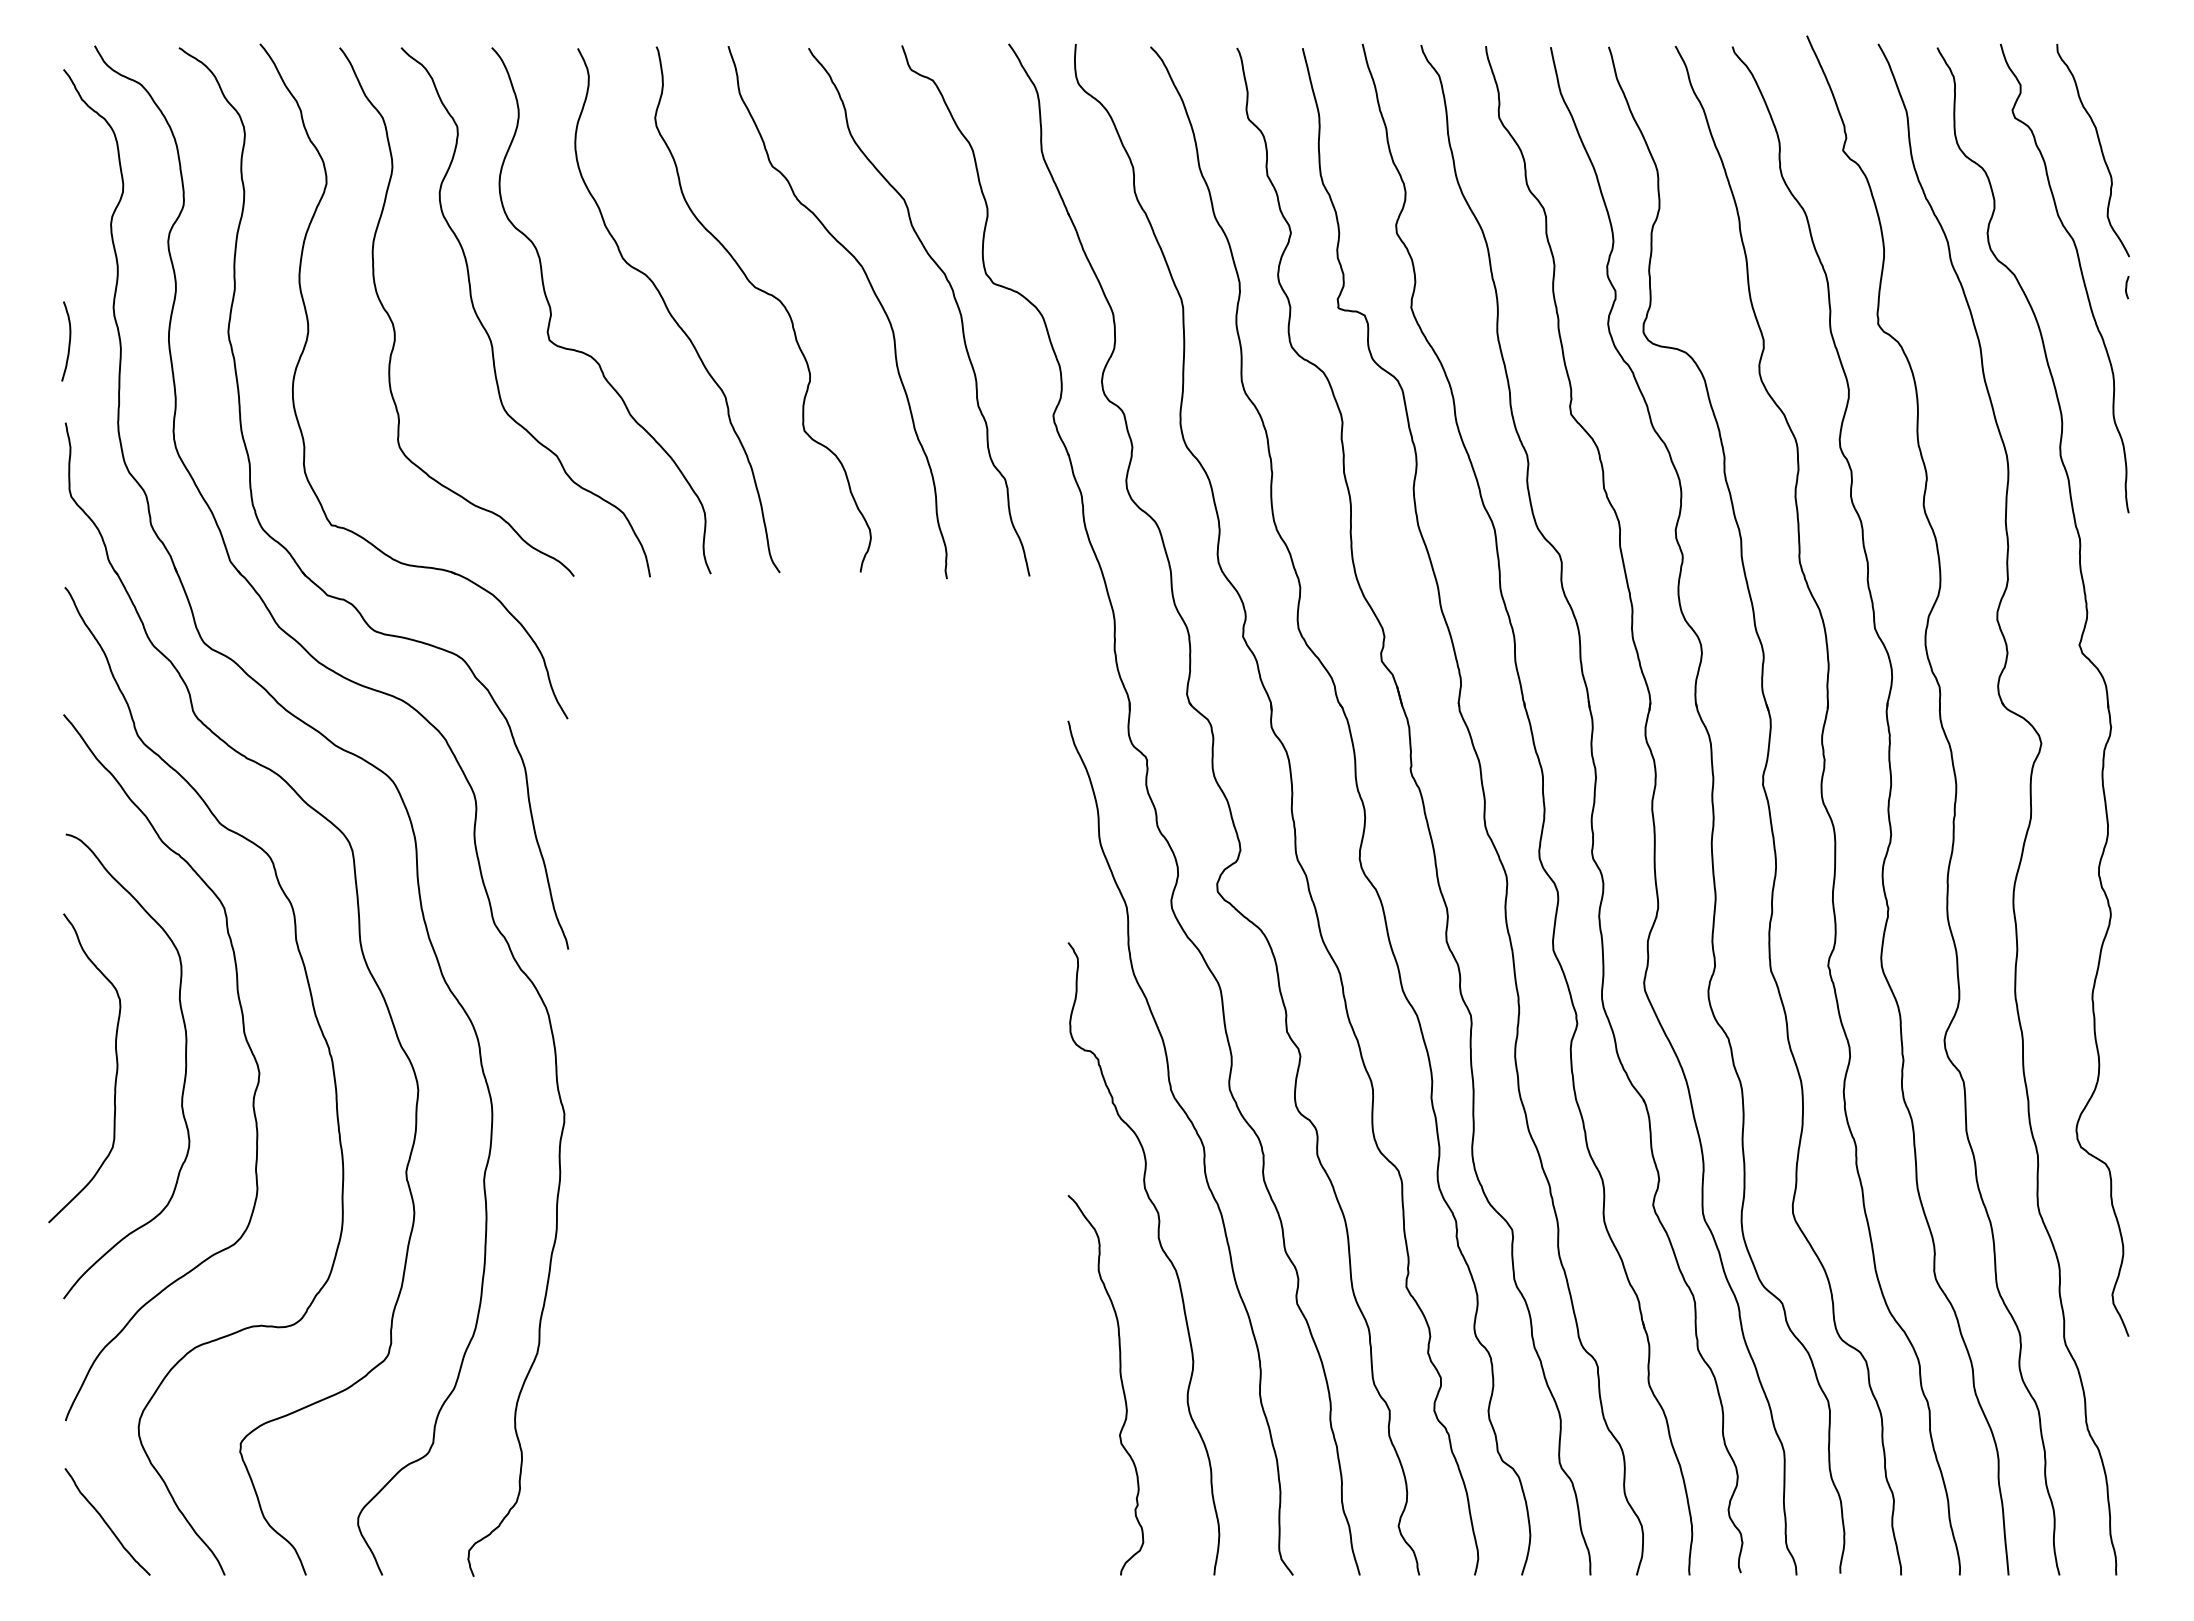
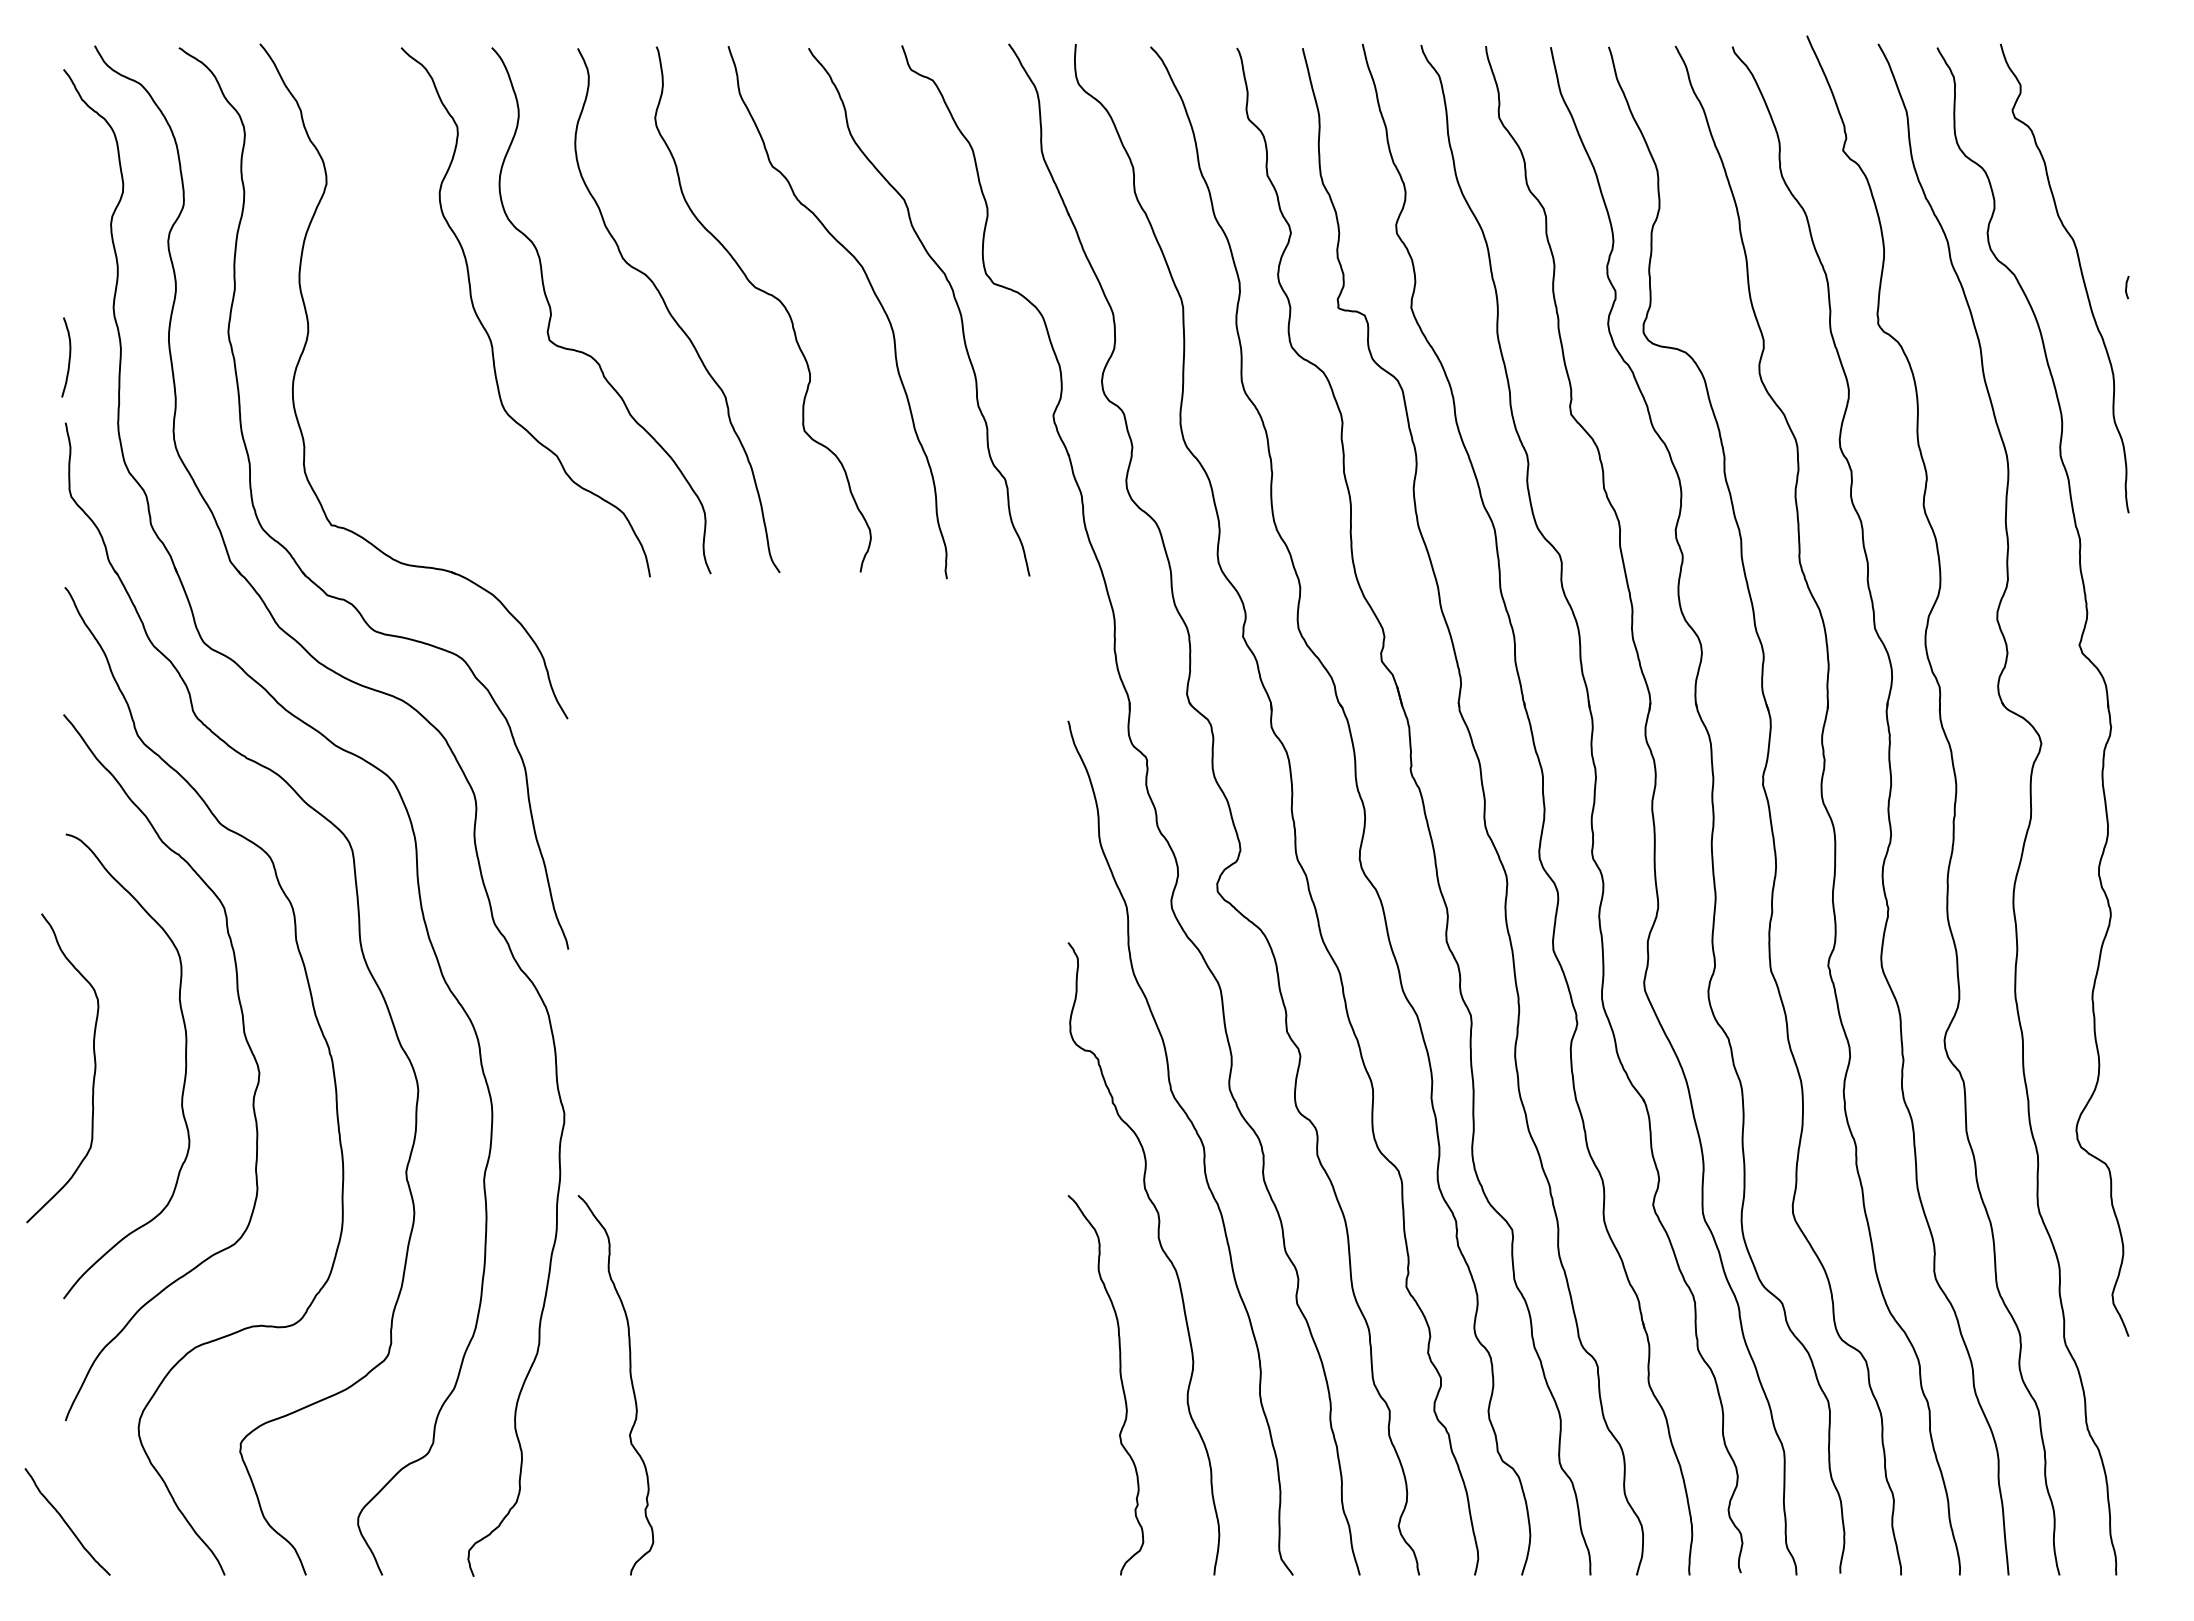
curve at (2100, 150): present -> none
curve at (394, 325): present -> none
curve at (68, 342) position: (68, 342) -> (68, 358)
curve at (115, 1074) position: (115, 1074) -> (93, 1074)
curve at (630, 1380): none -> present
curve at (106, 1522) position: (106, 1522) -> (66, 1522)
